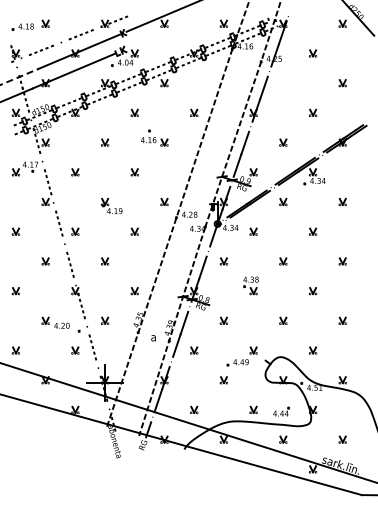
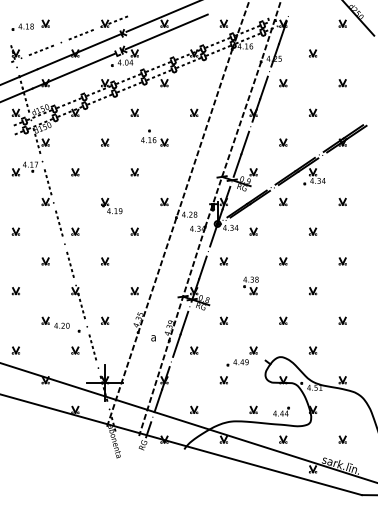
line at (166, 31): none -> present
line at (19, 76): dashed -> solid
part at (283, 83): none -> present
